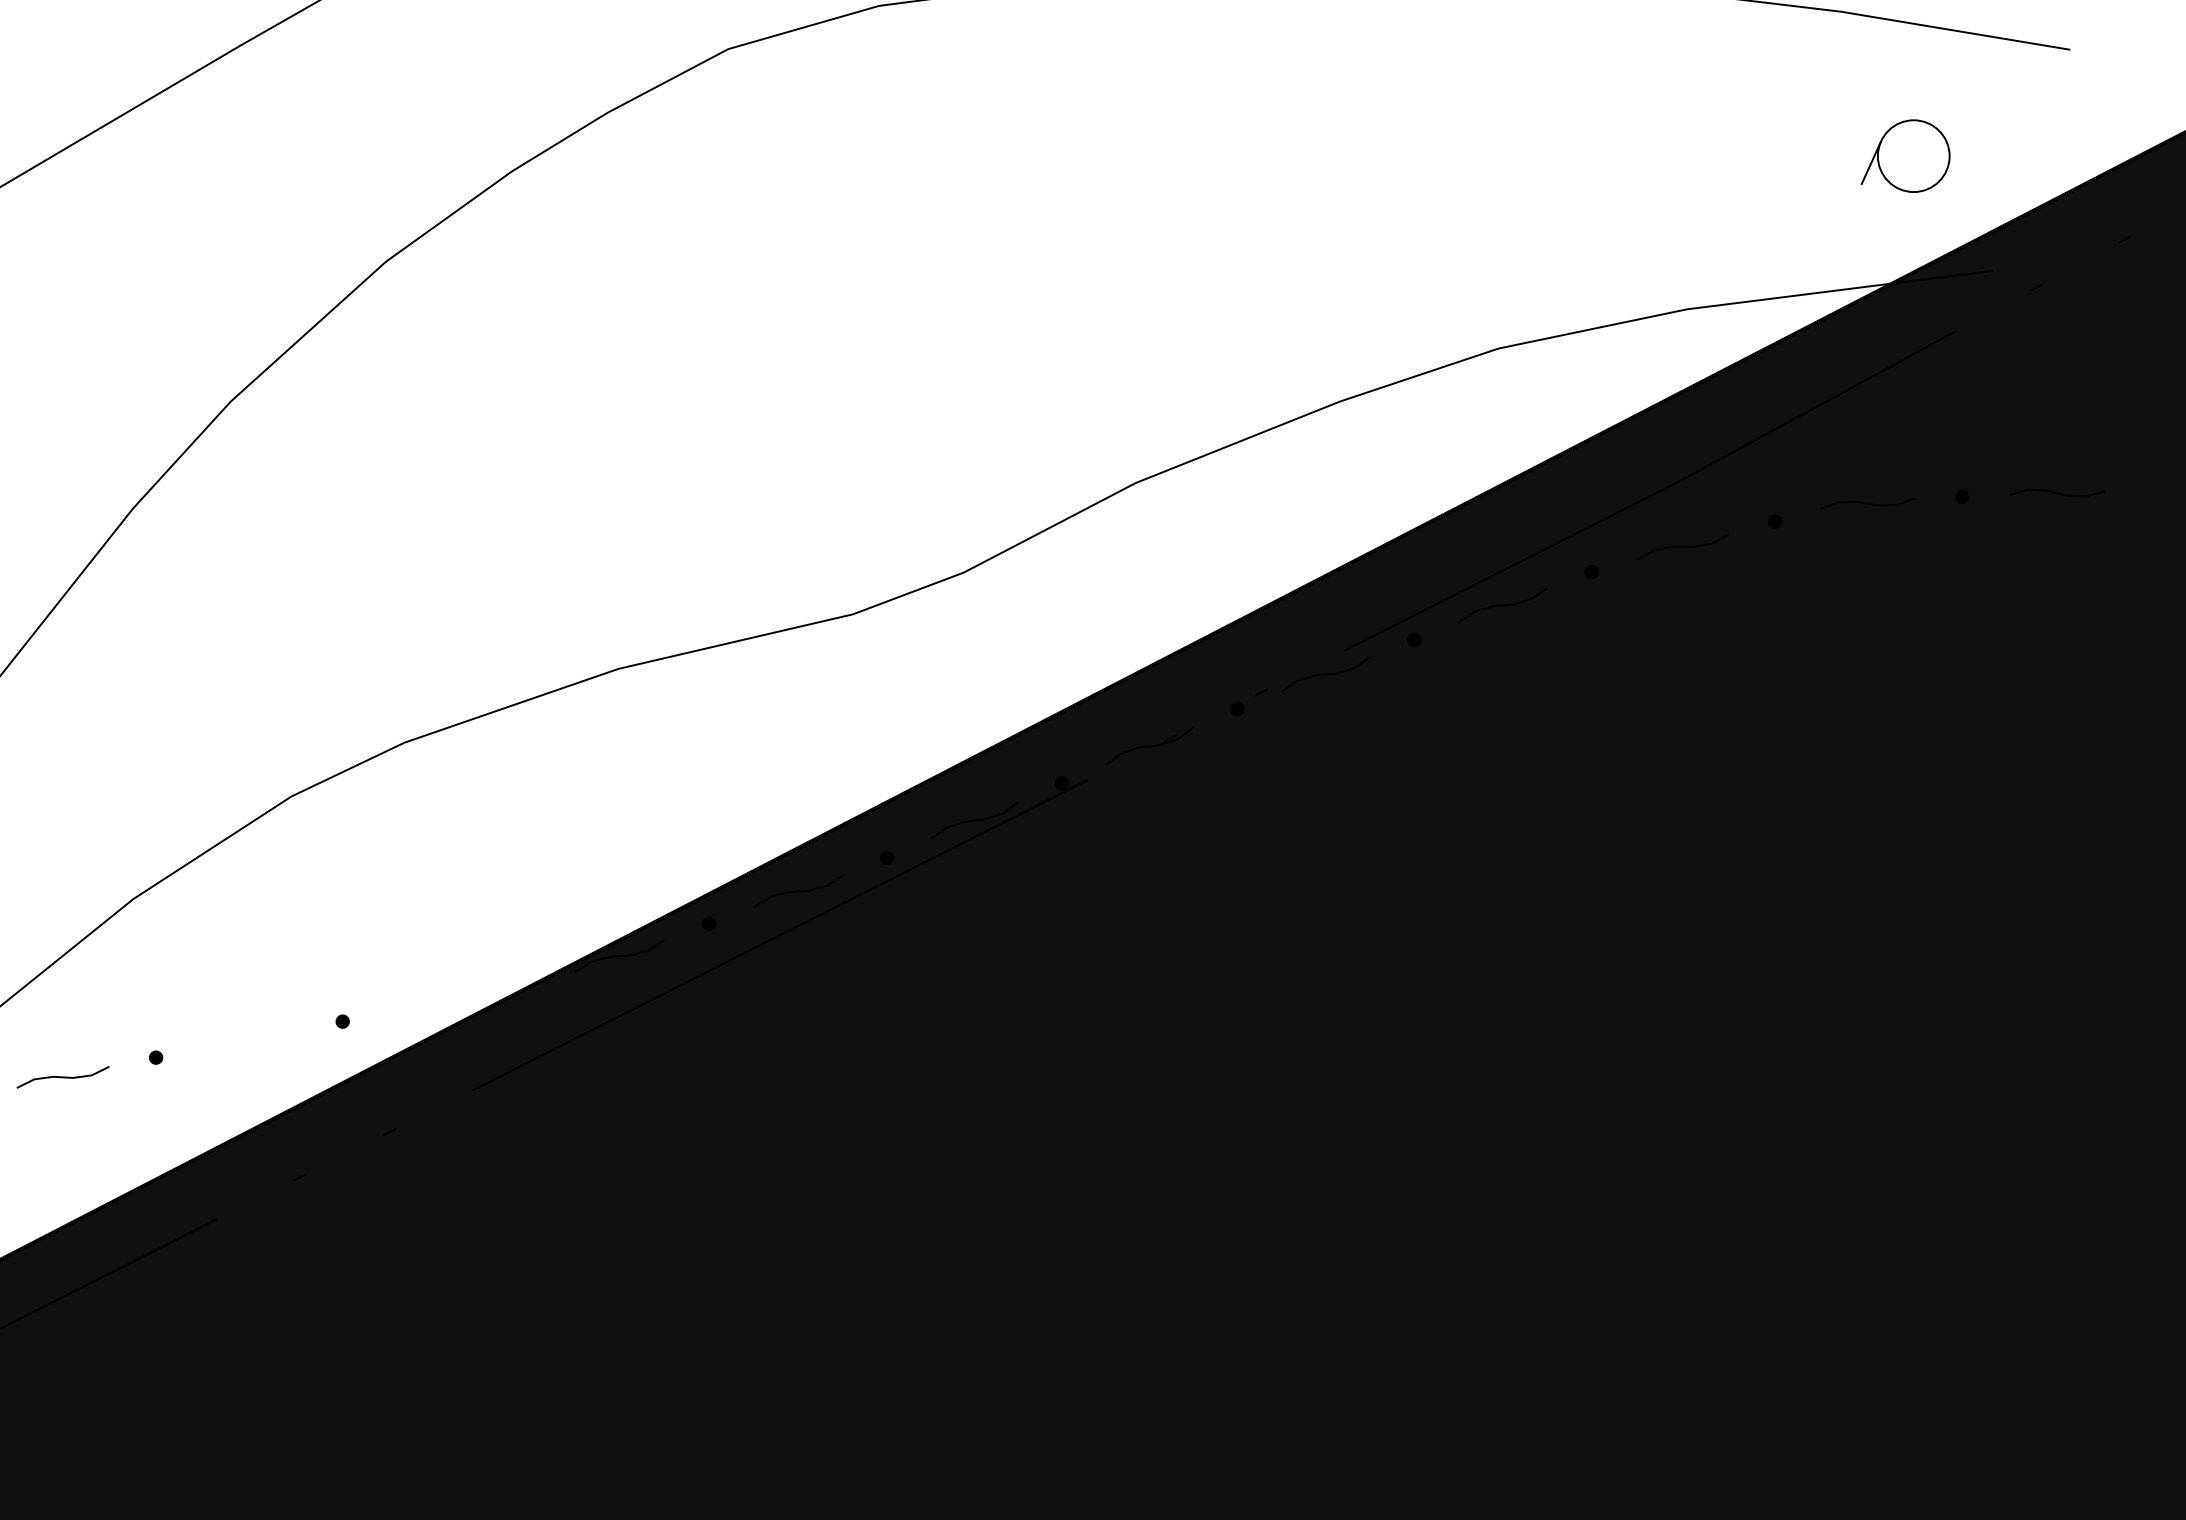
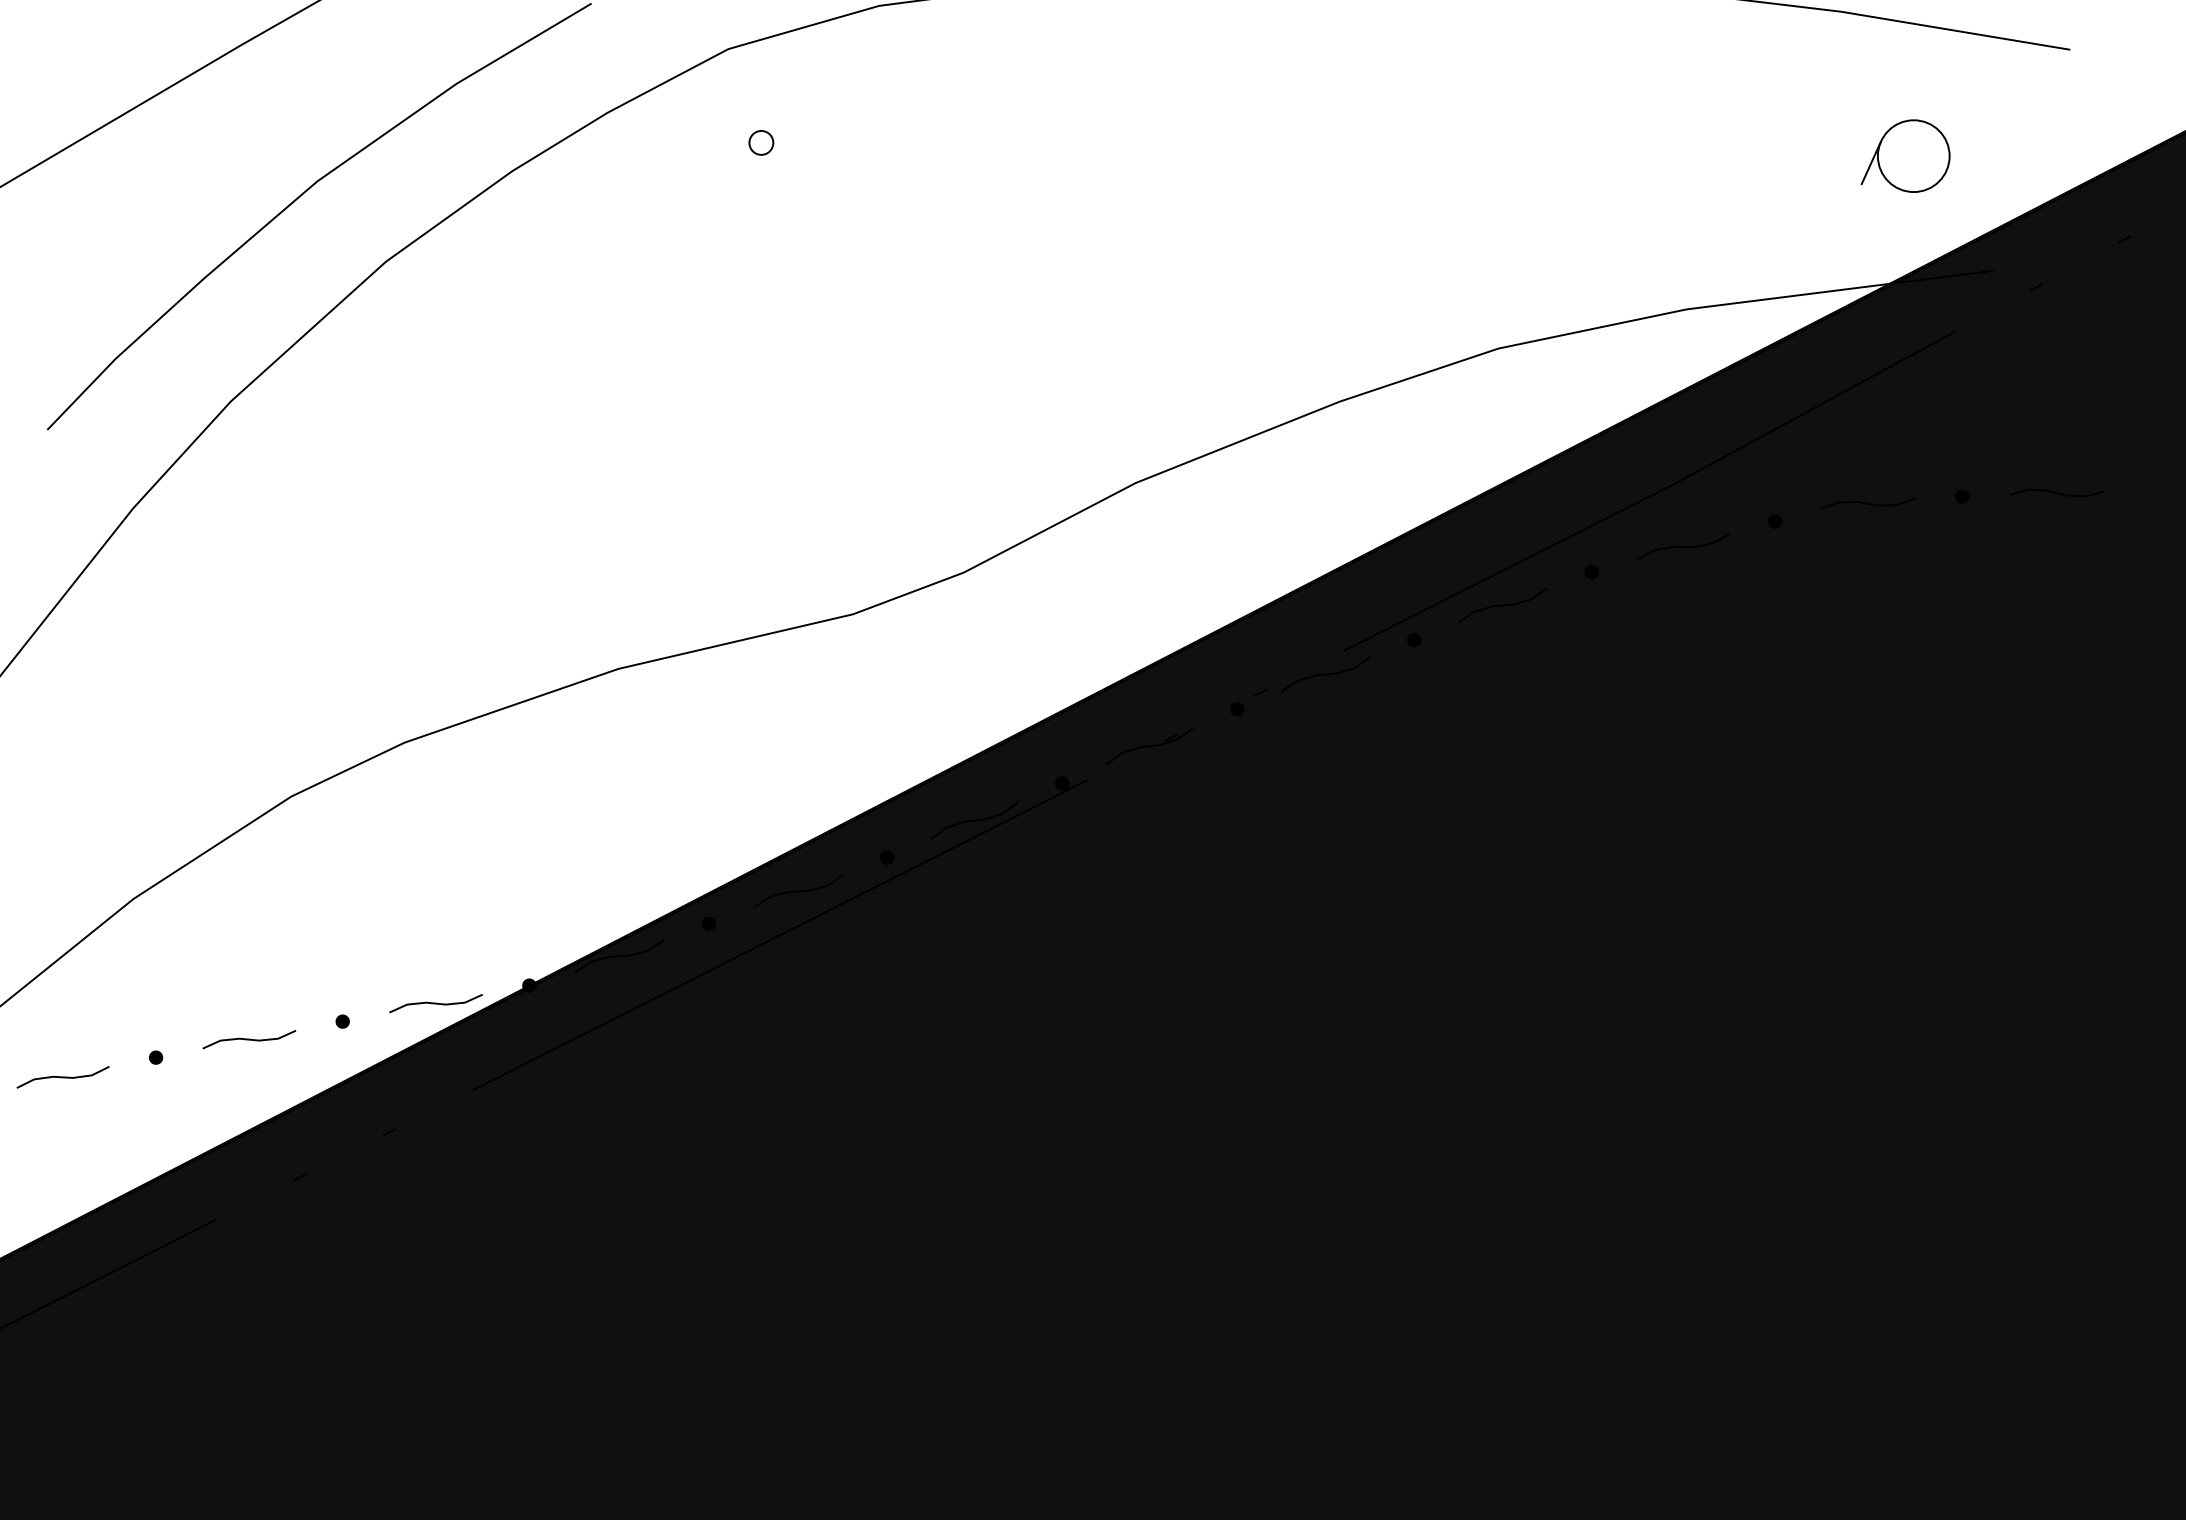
circle at (761, 142): none -> present
curve at (300, 197): none -> present
fill at (529, 985): none -> present
curve at (435, 1003): none -> present
curve at (249, 1039): none -> present
